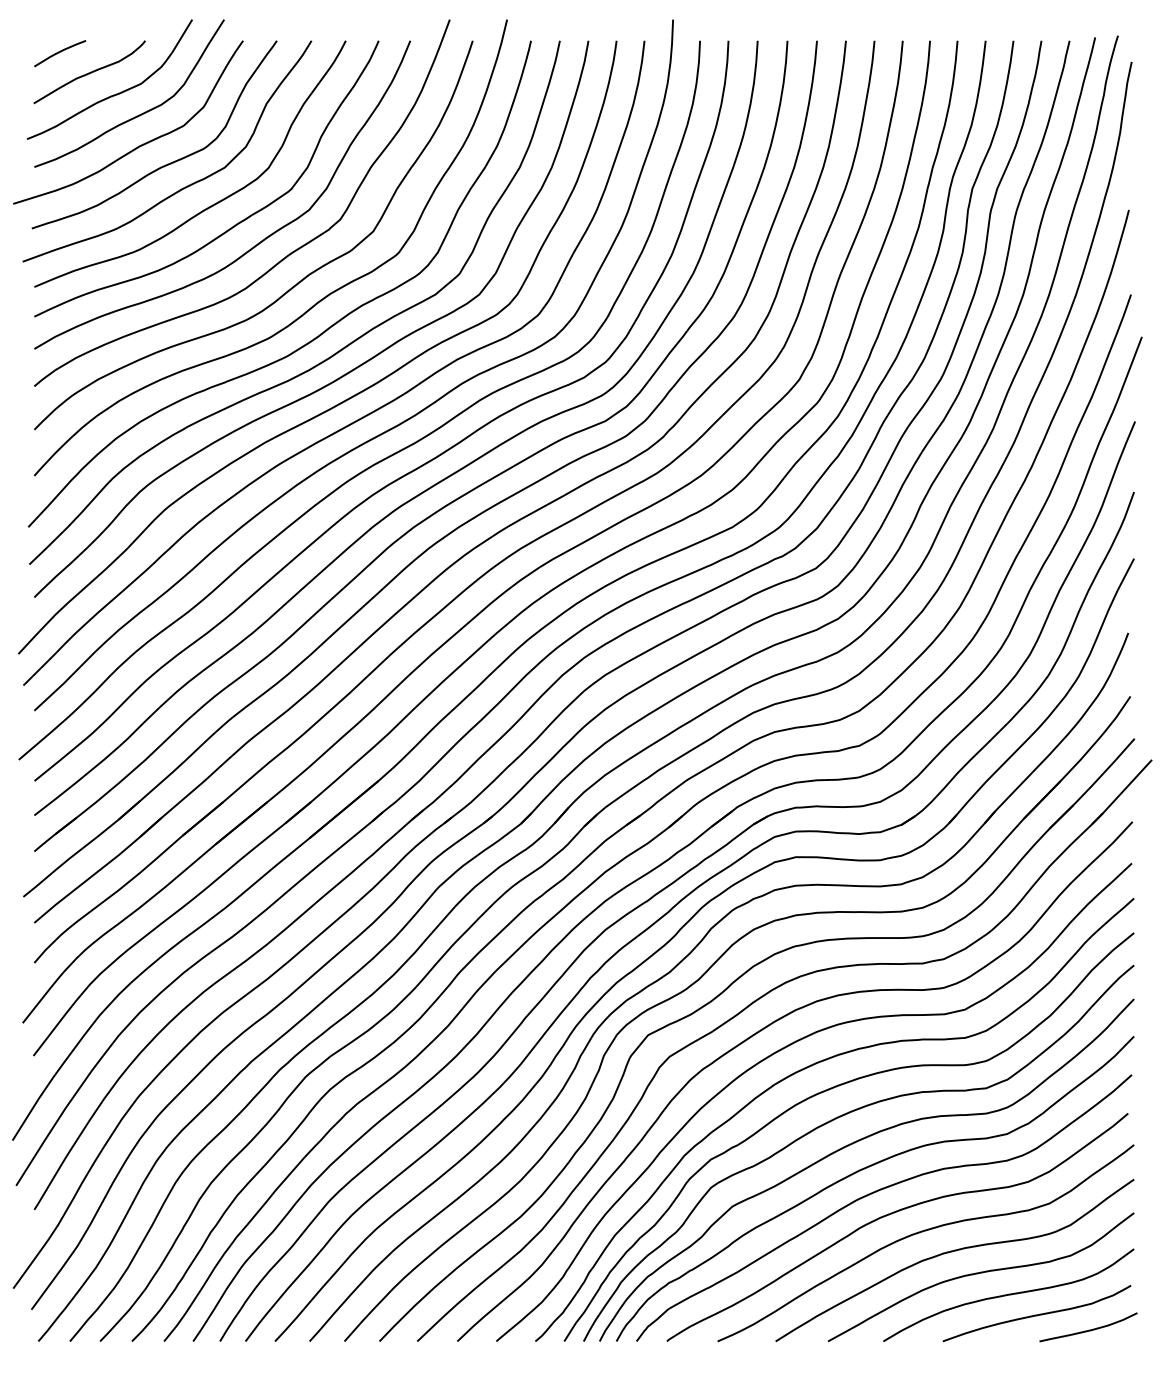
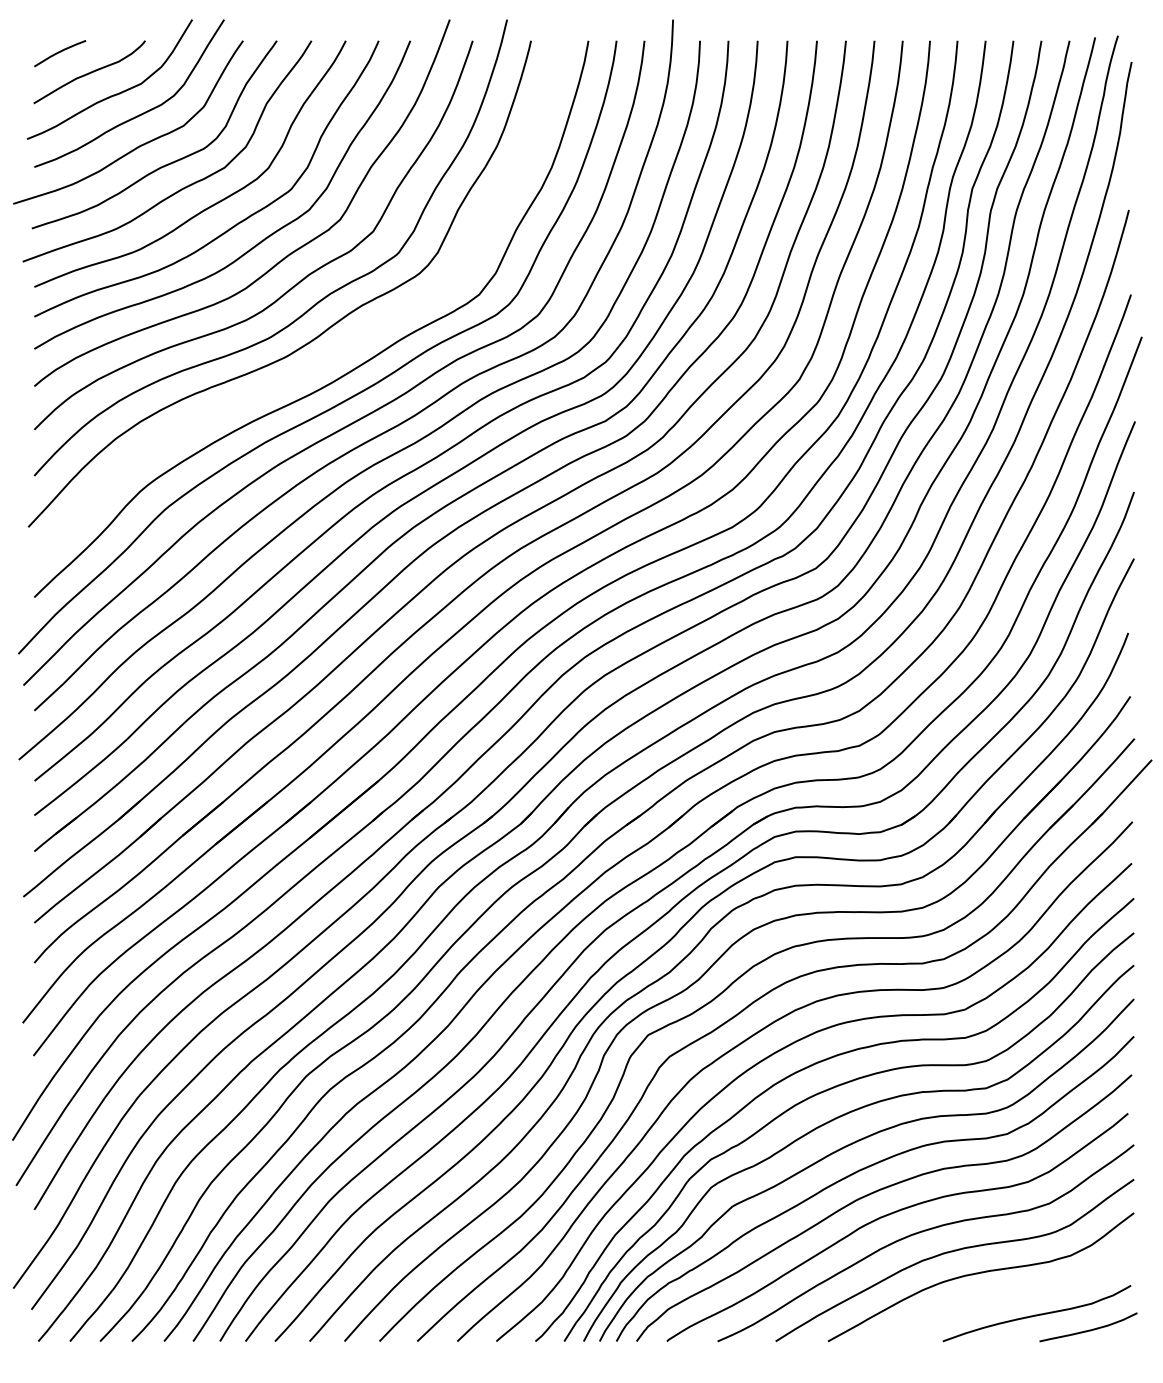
curve at (332, 354): present -> none
curve at (1008, 1294): present -> none
